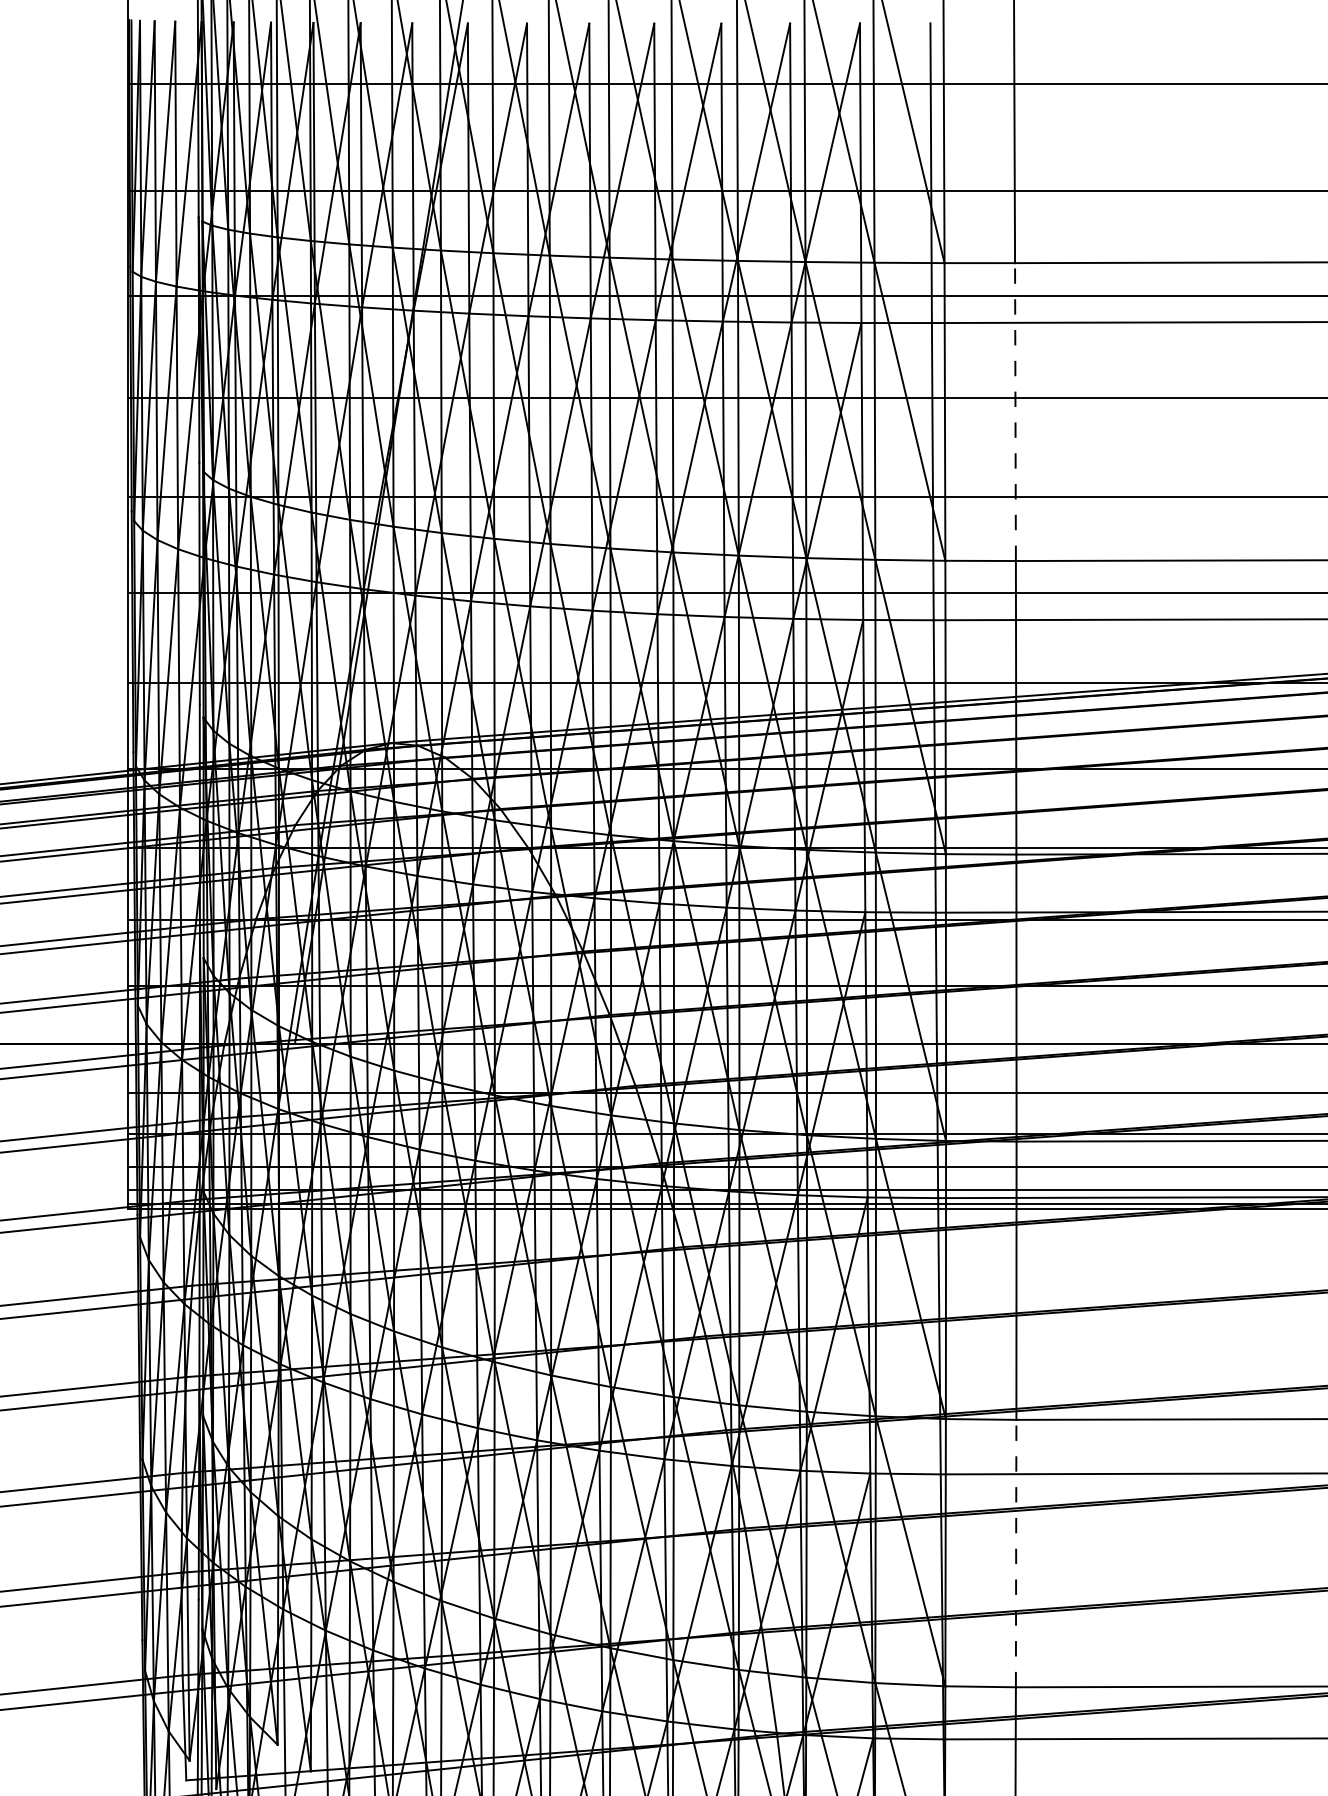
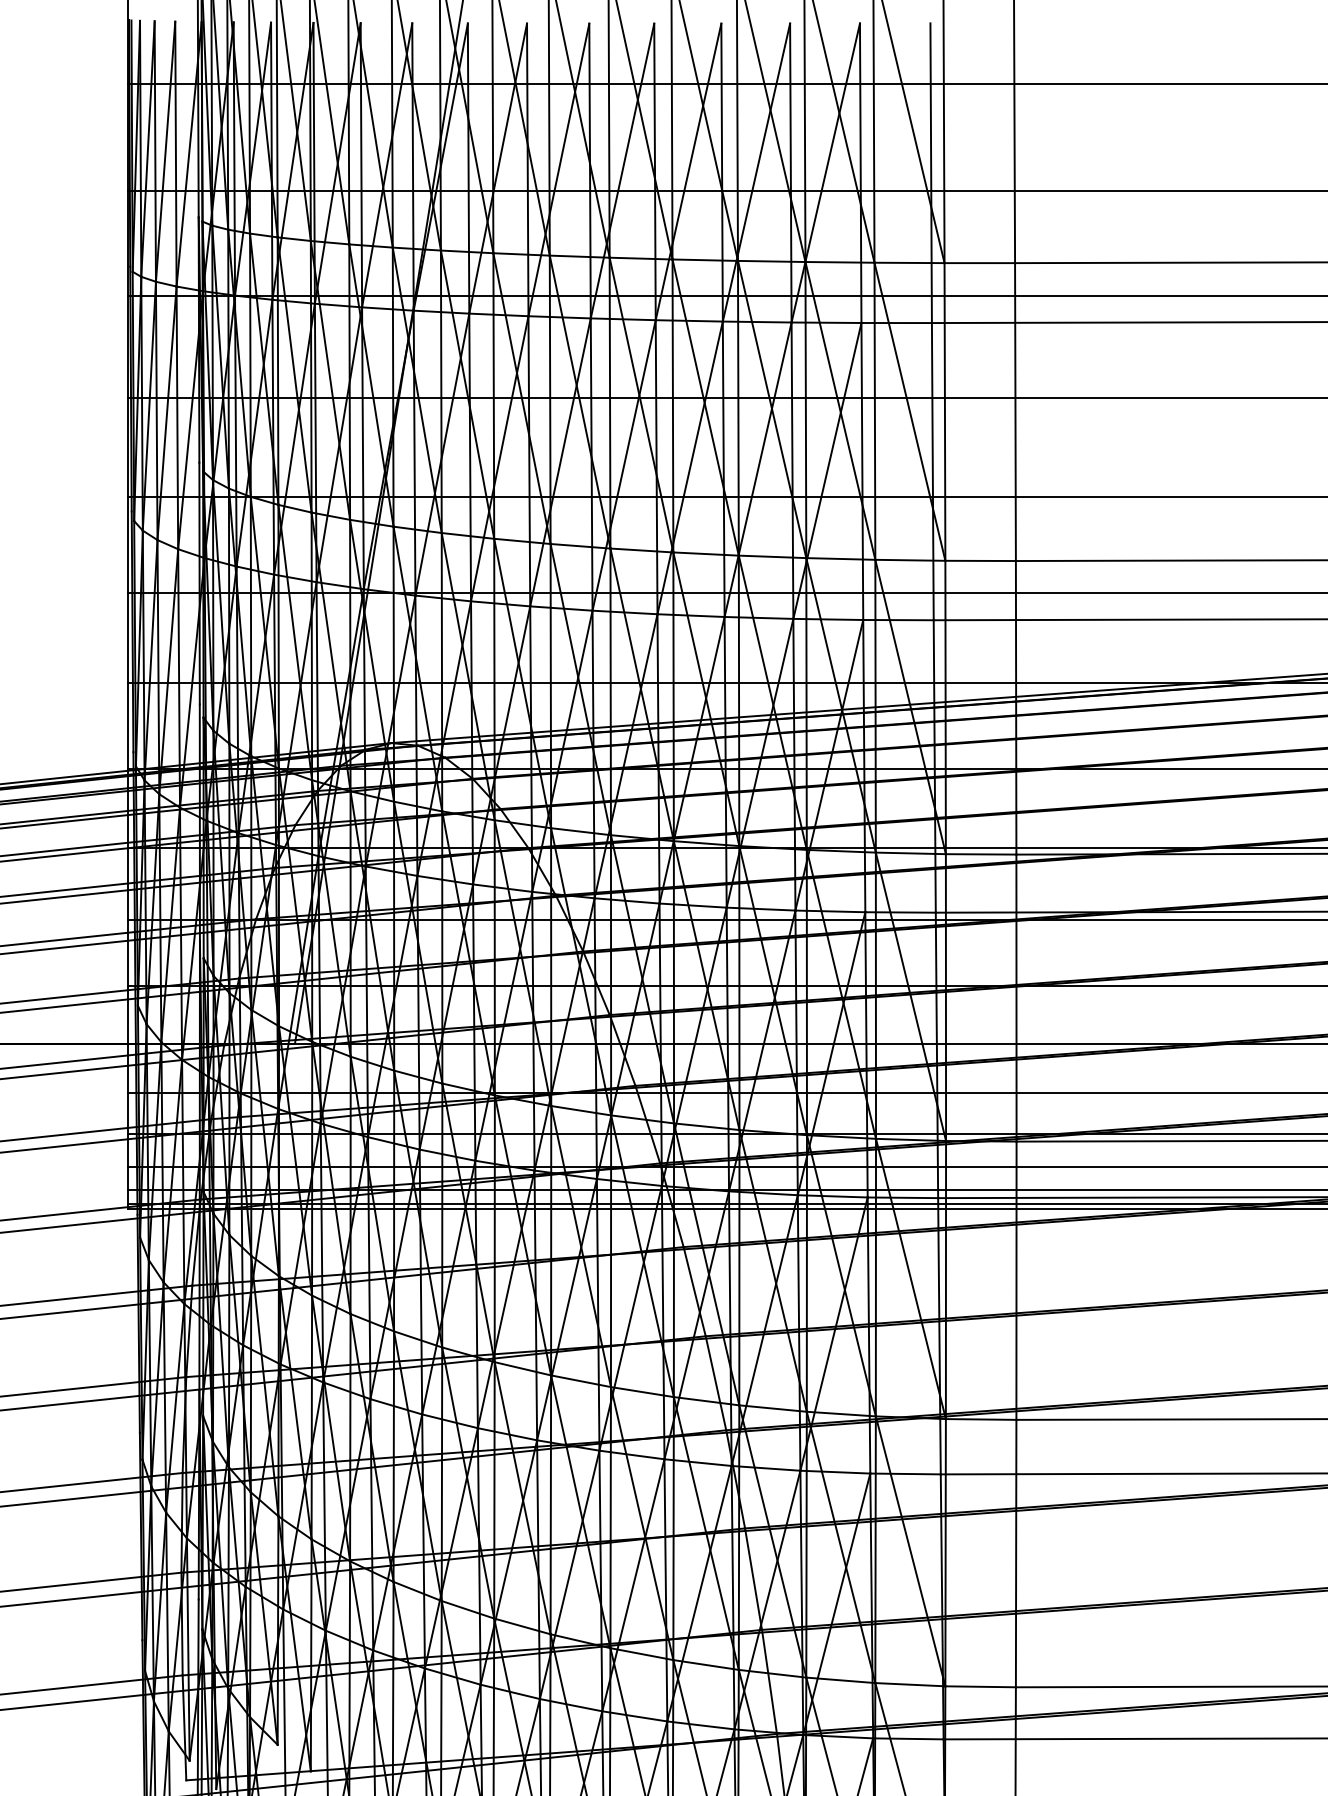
line at (1015, 412): dashed -> solid
line at (1016, 1553): dashed -> solid
